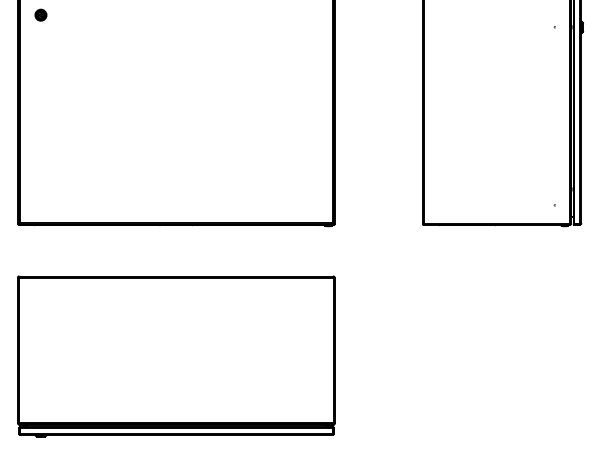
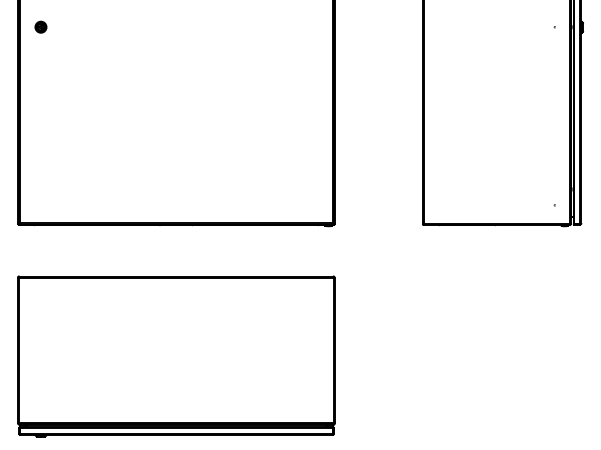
part at (40, 14) position: (40, 14) -> (40, 26)
